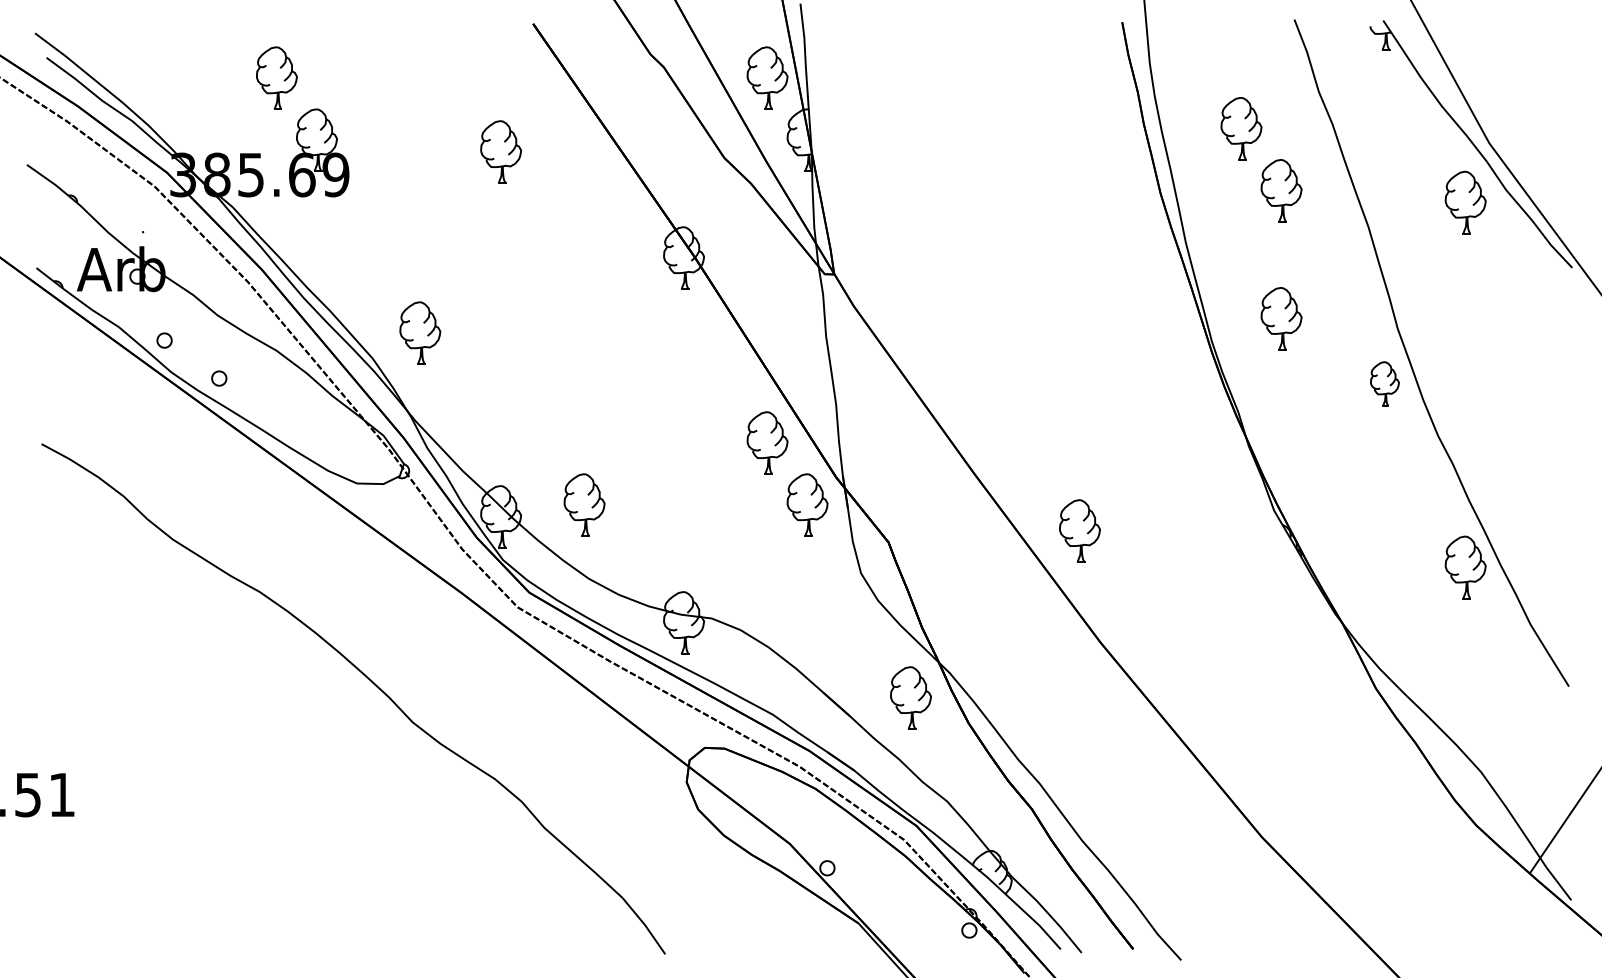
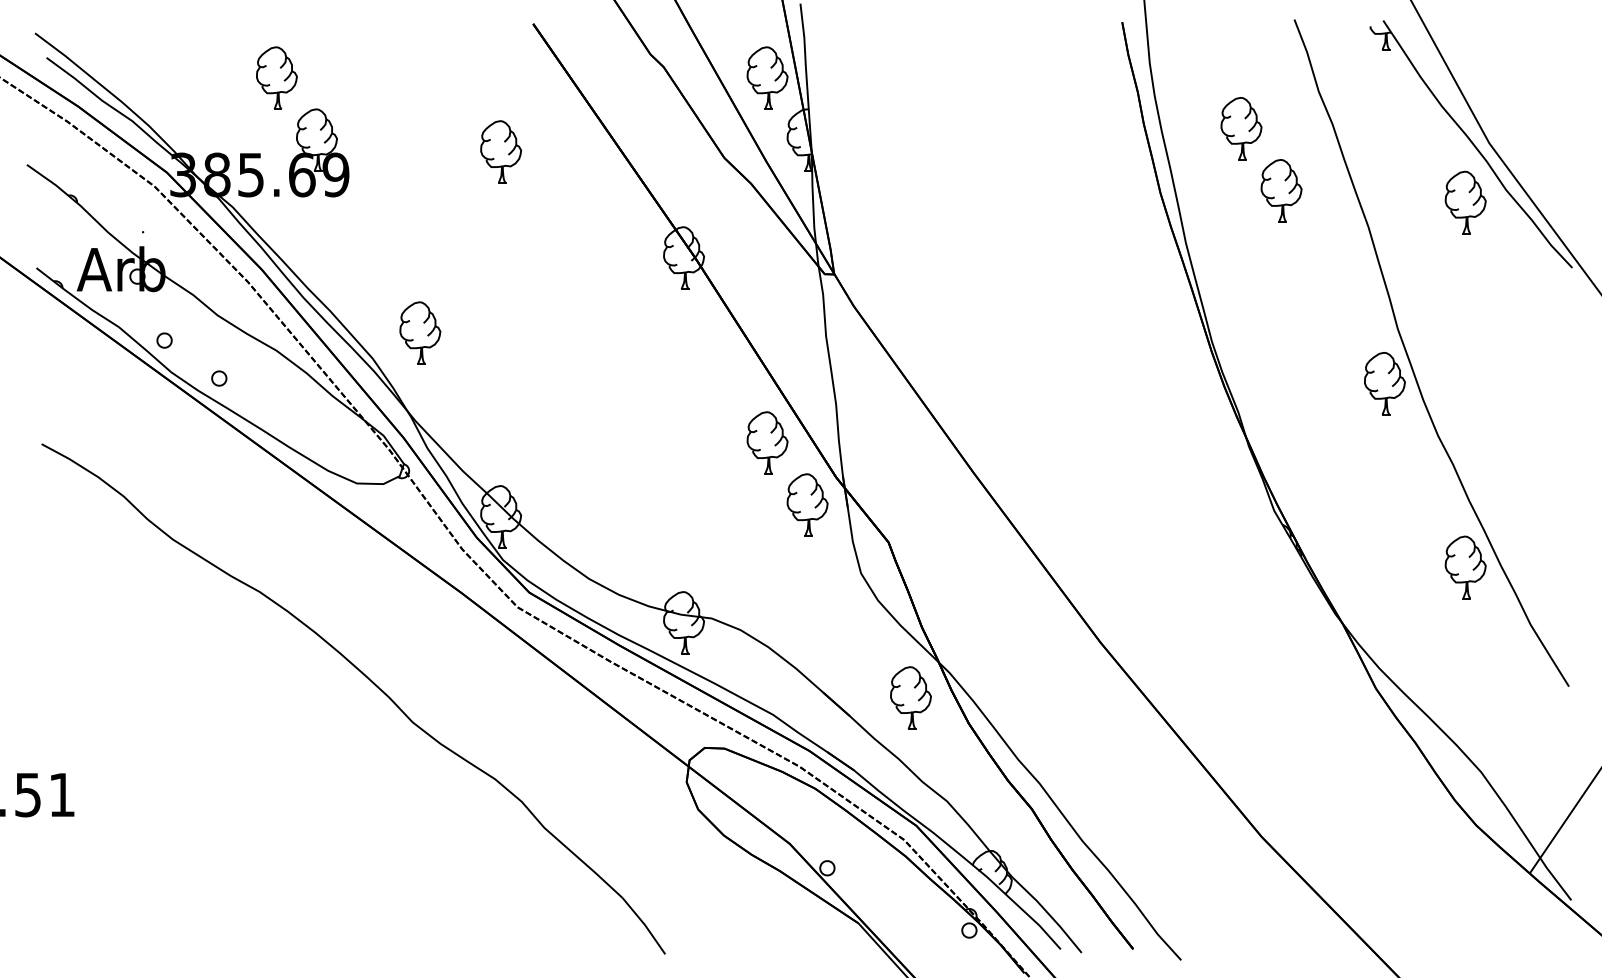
part at (1281, 318): present -> none
part at (1384, 383) size: 30x46 px -> 42x64 px
part at (584, 504): present -> none
part at (1079, 530): present -> none
